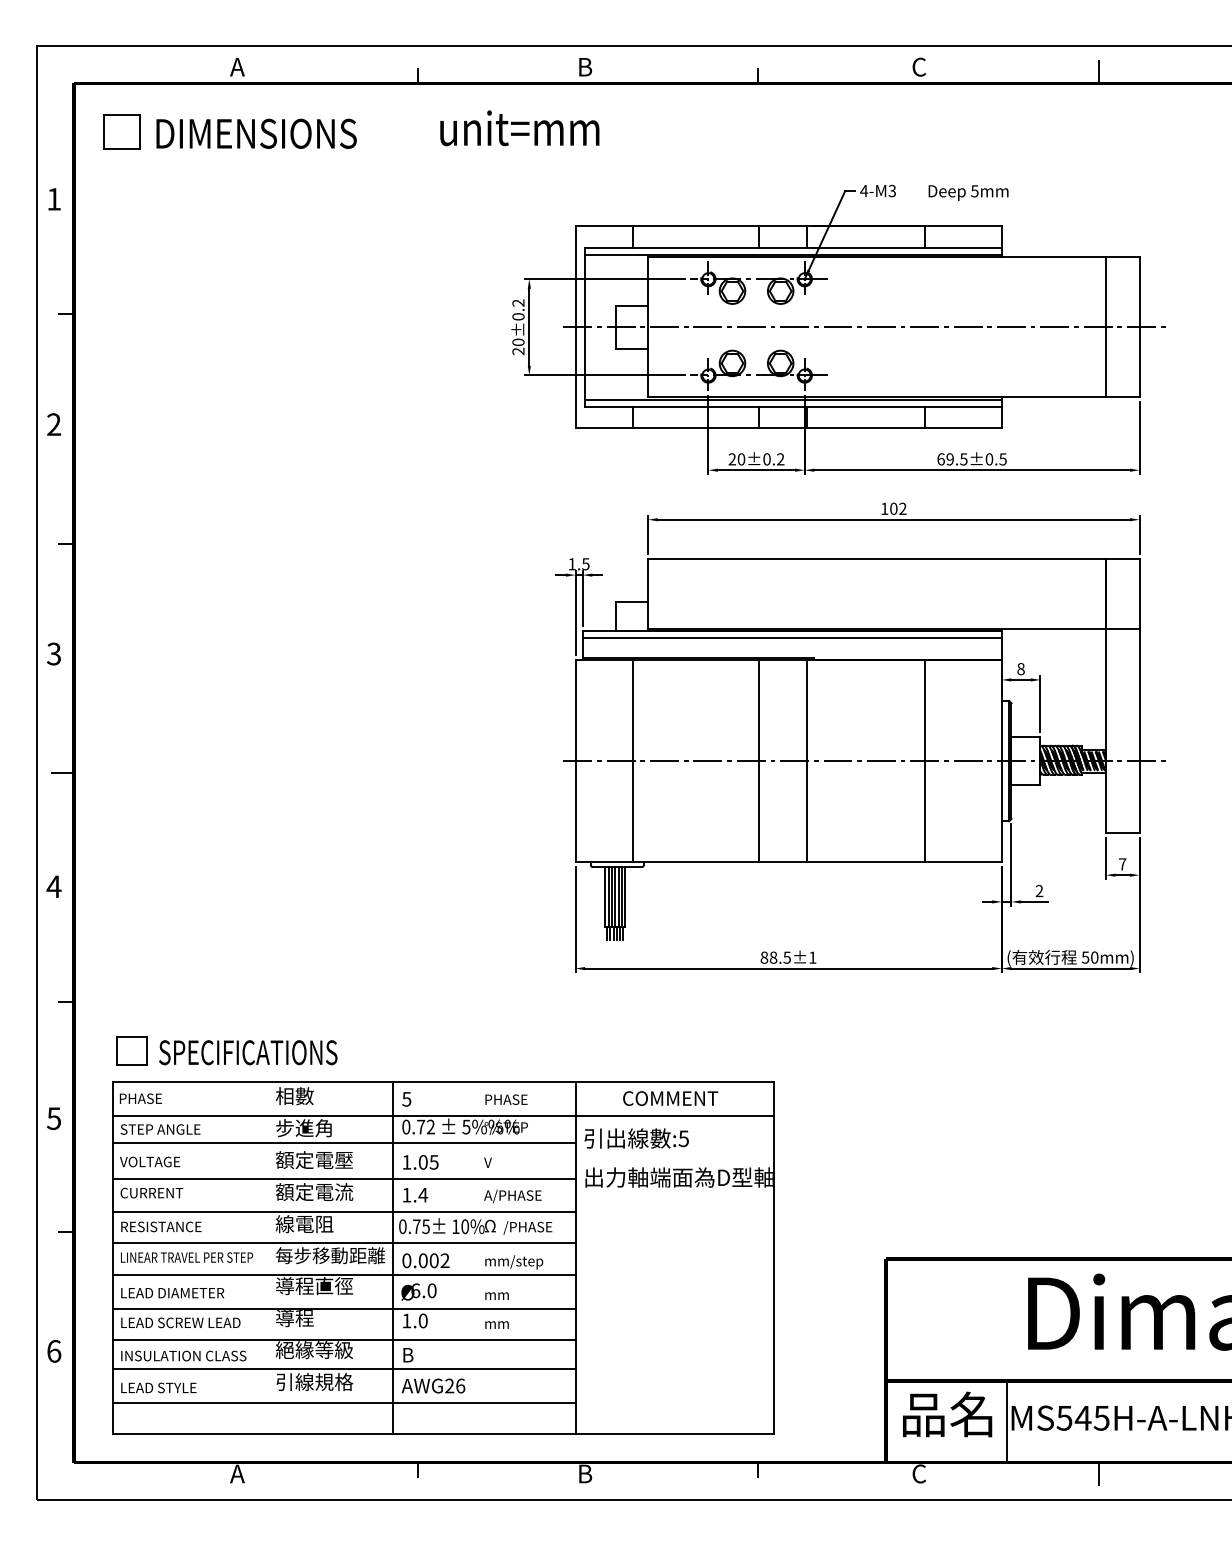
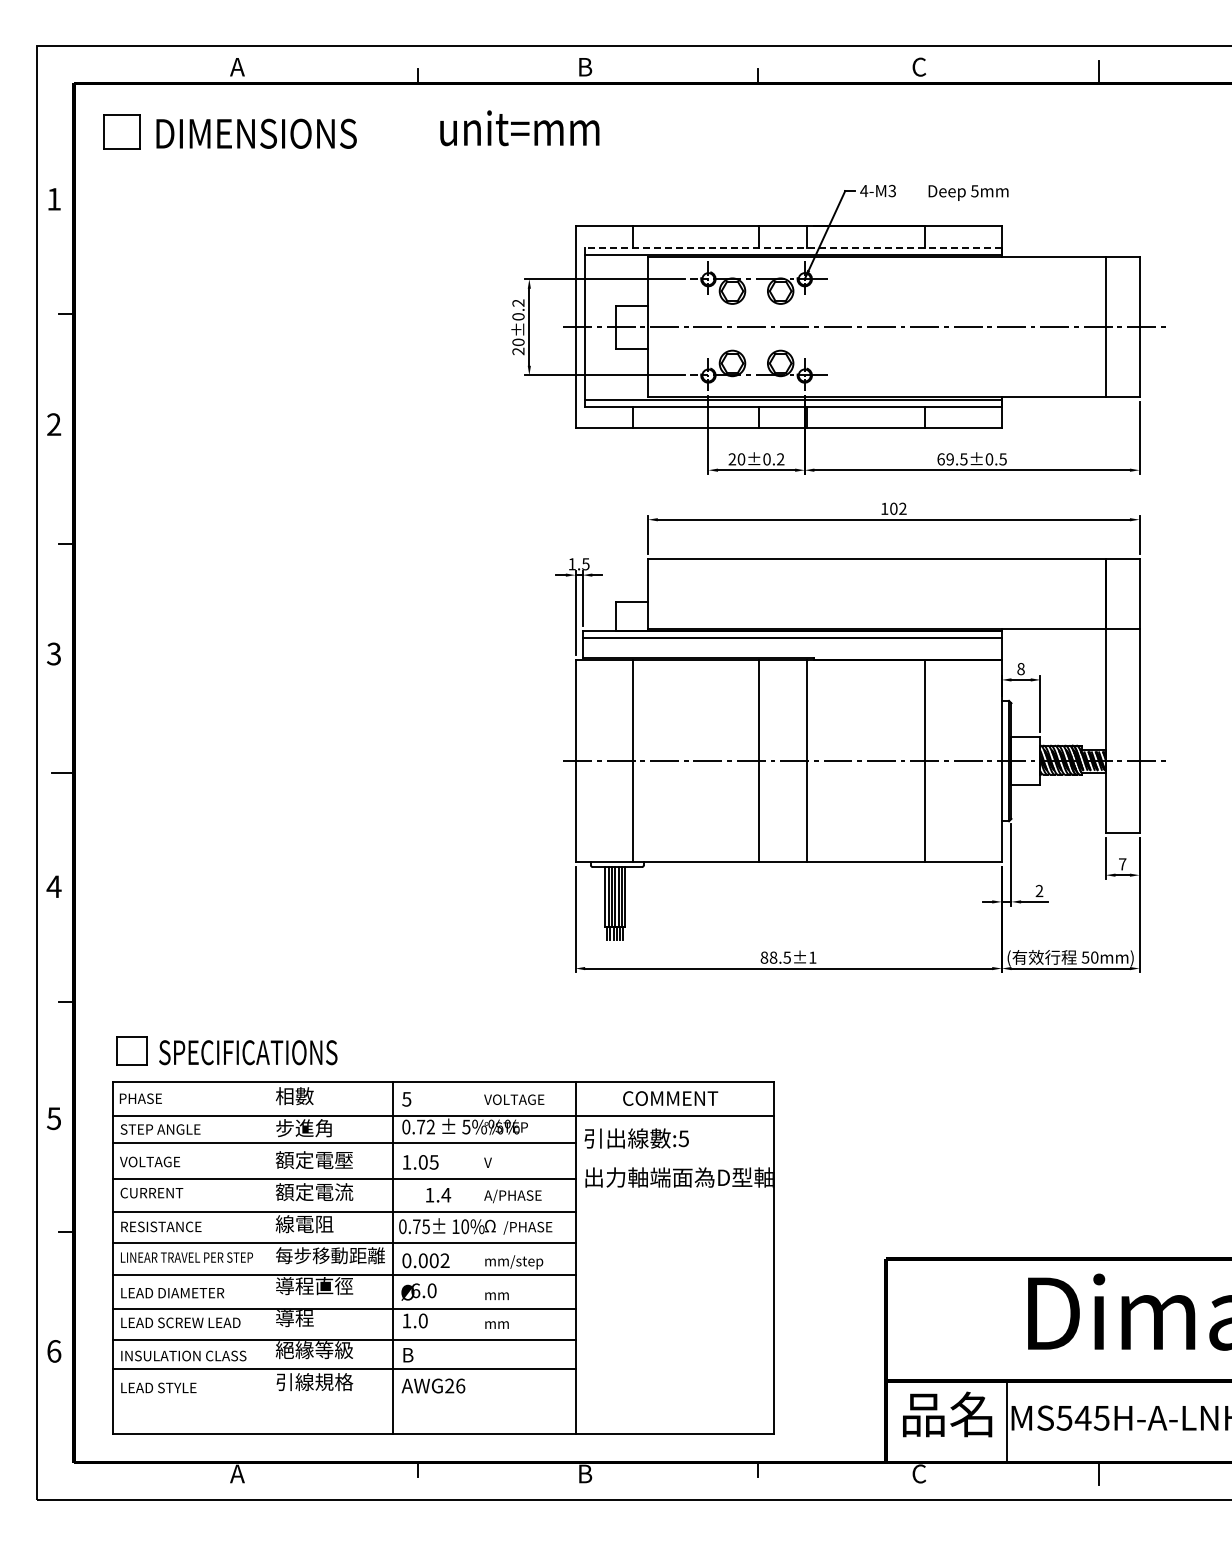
line at (792, 247): solid -> dashed
text at (514, 1099): PHASE -> VOLTAGE
text at (415, 1195) position: (415, 1195) -> (438, 1195)
line at (344, 1402): present -> none
